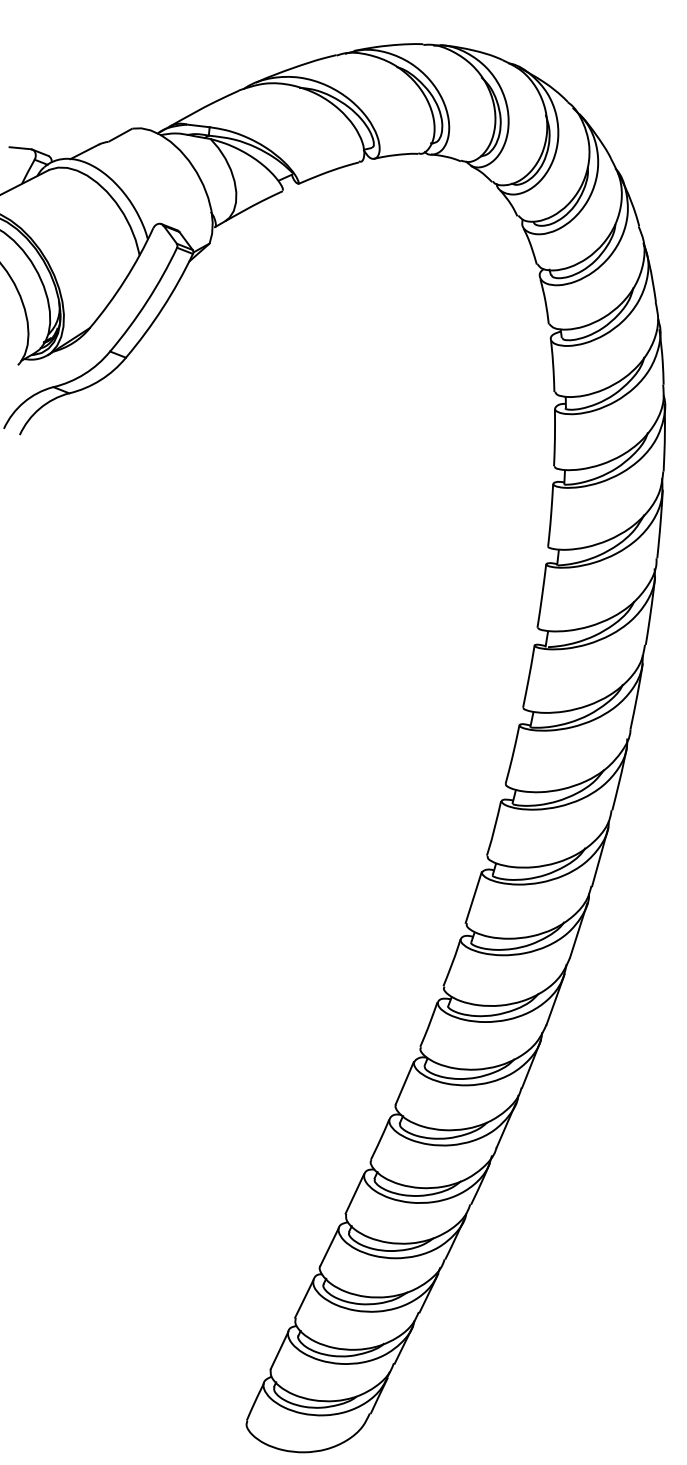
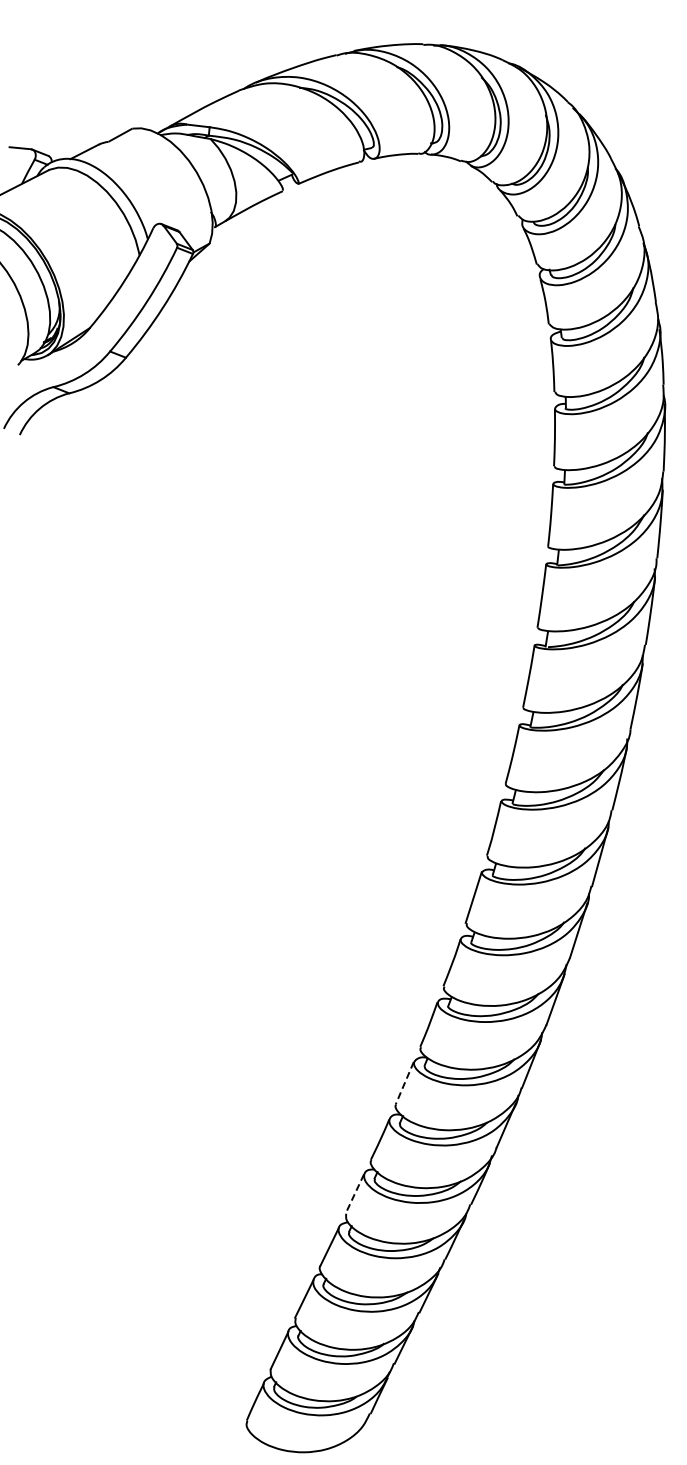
line at (404, 1083): solid -> dashed
line at (354, 1193): solid -> dashed
